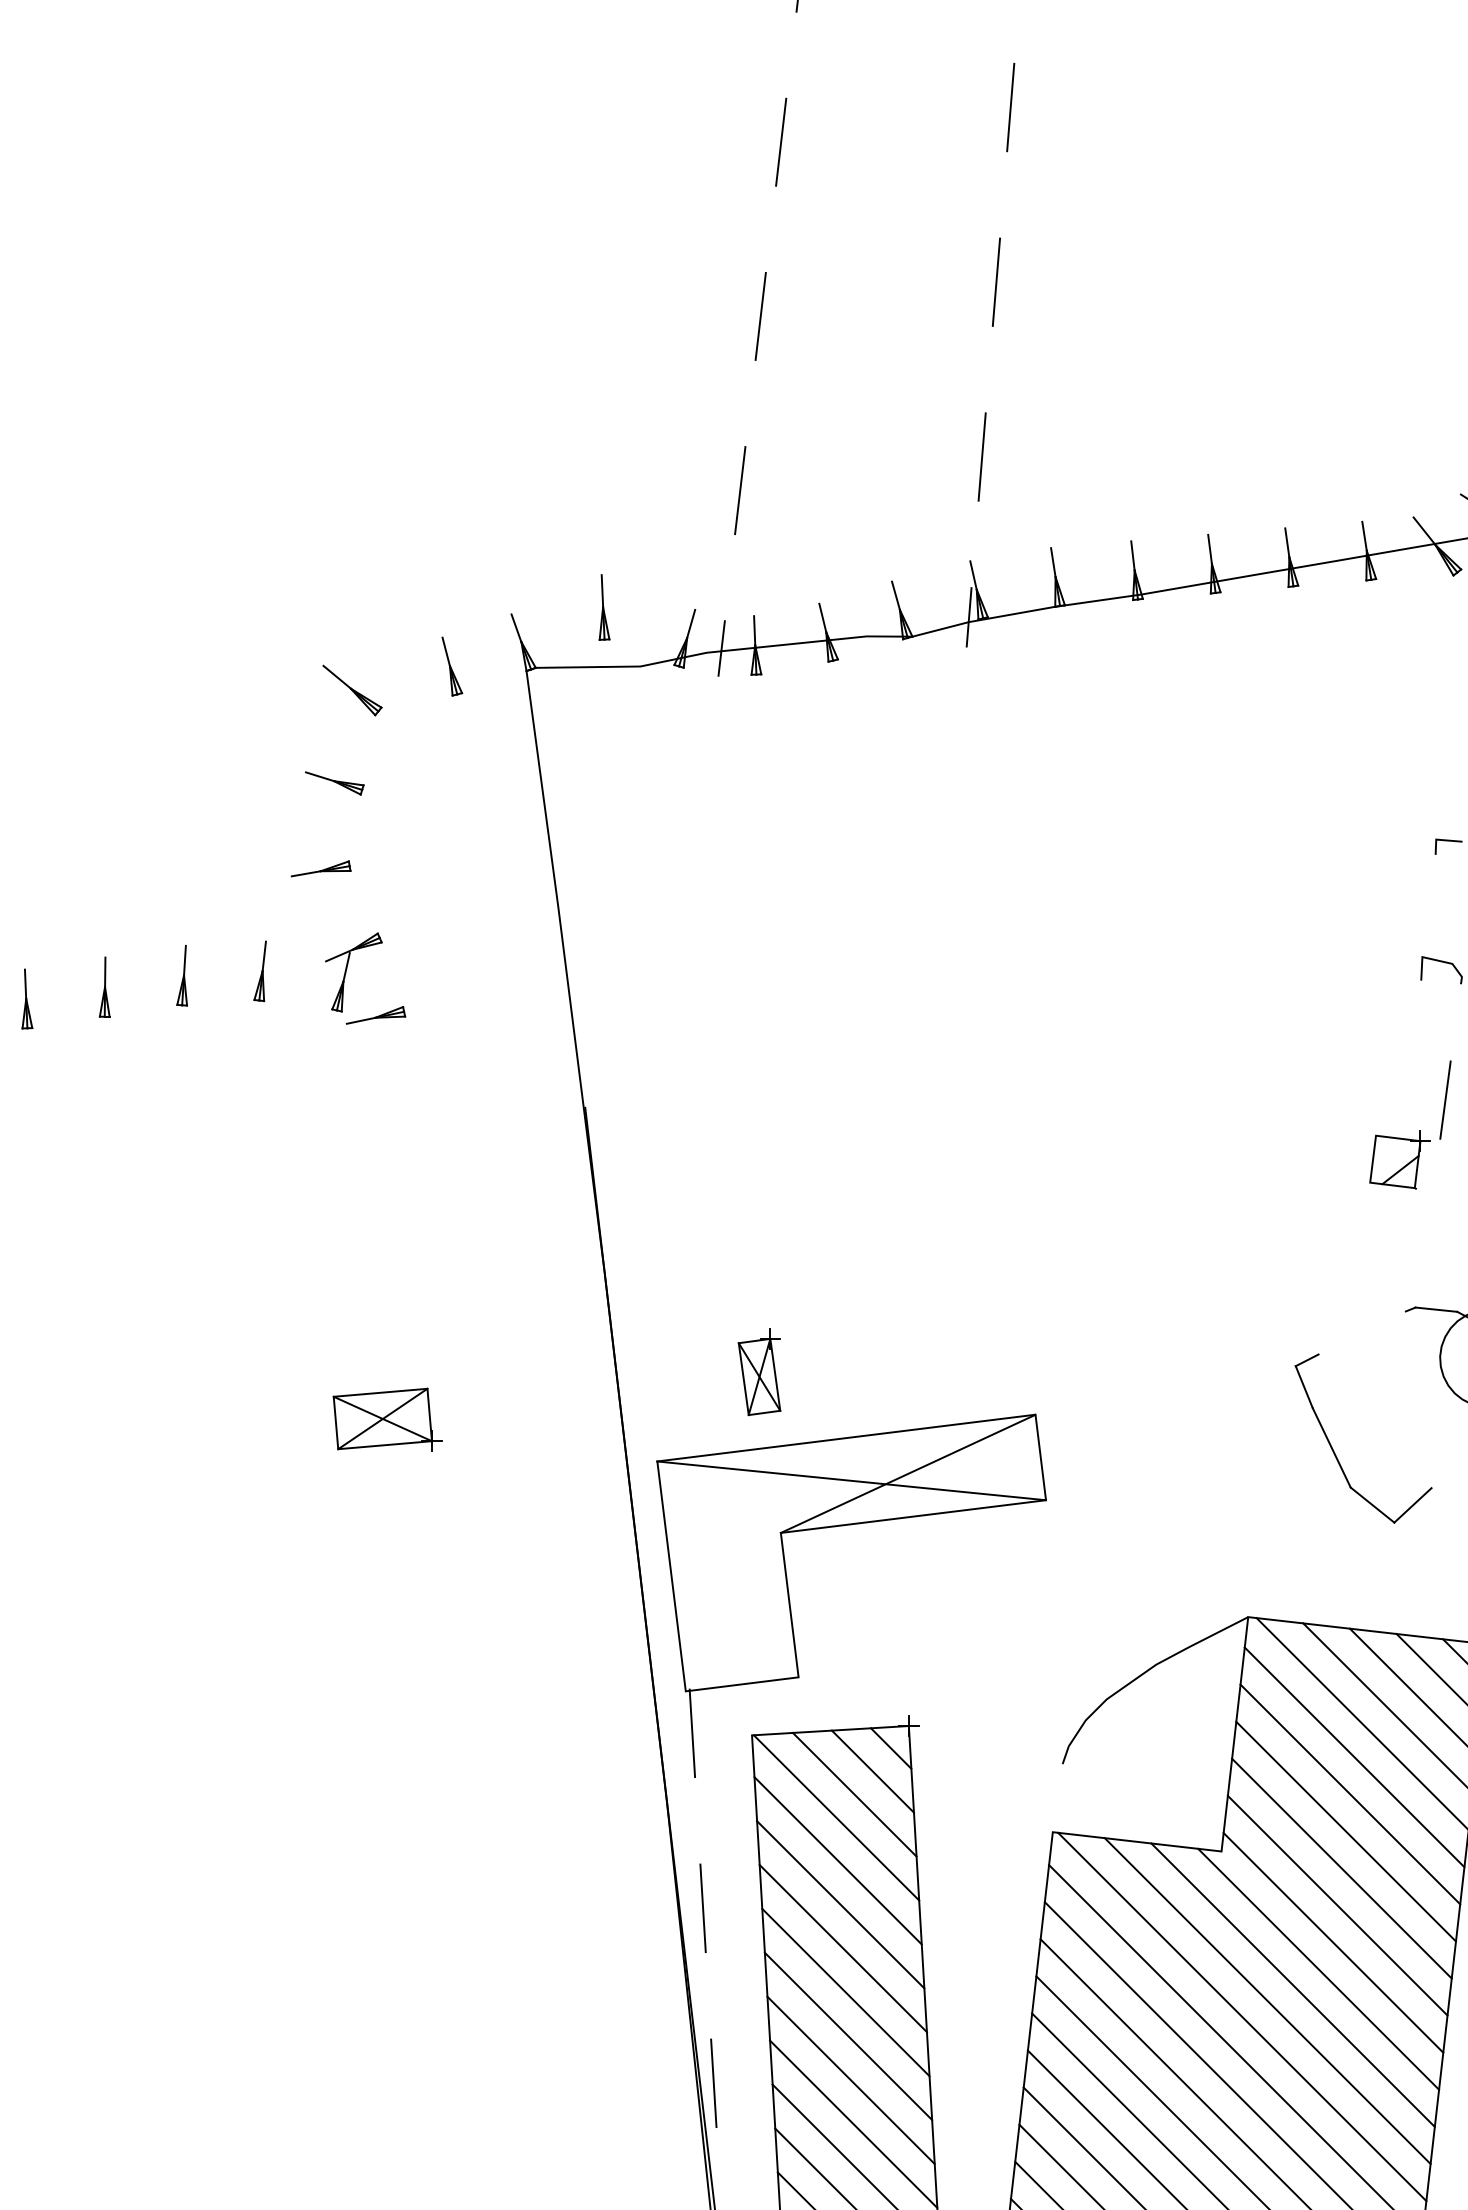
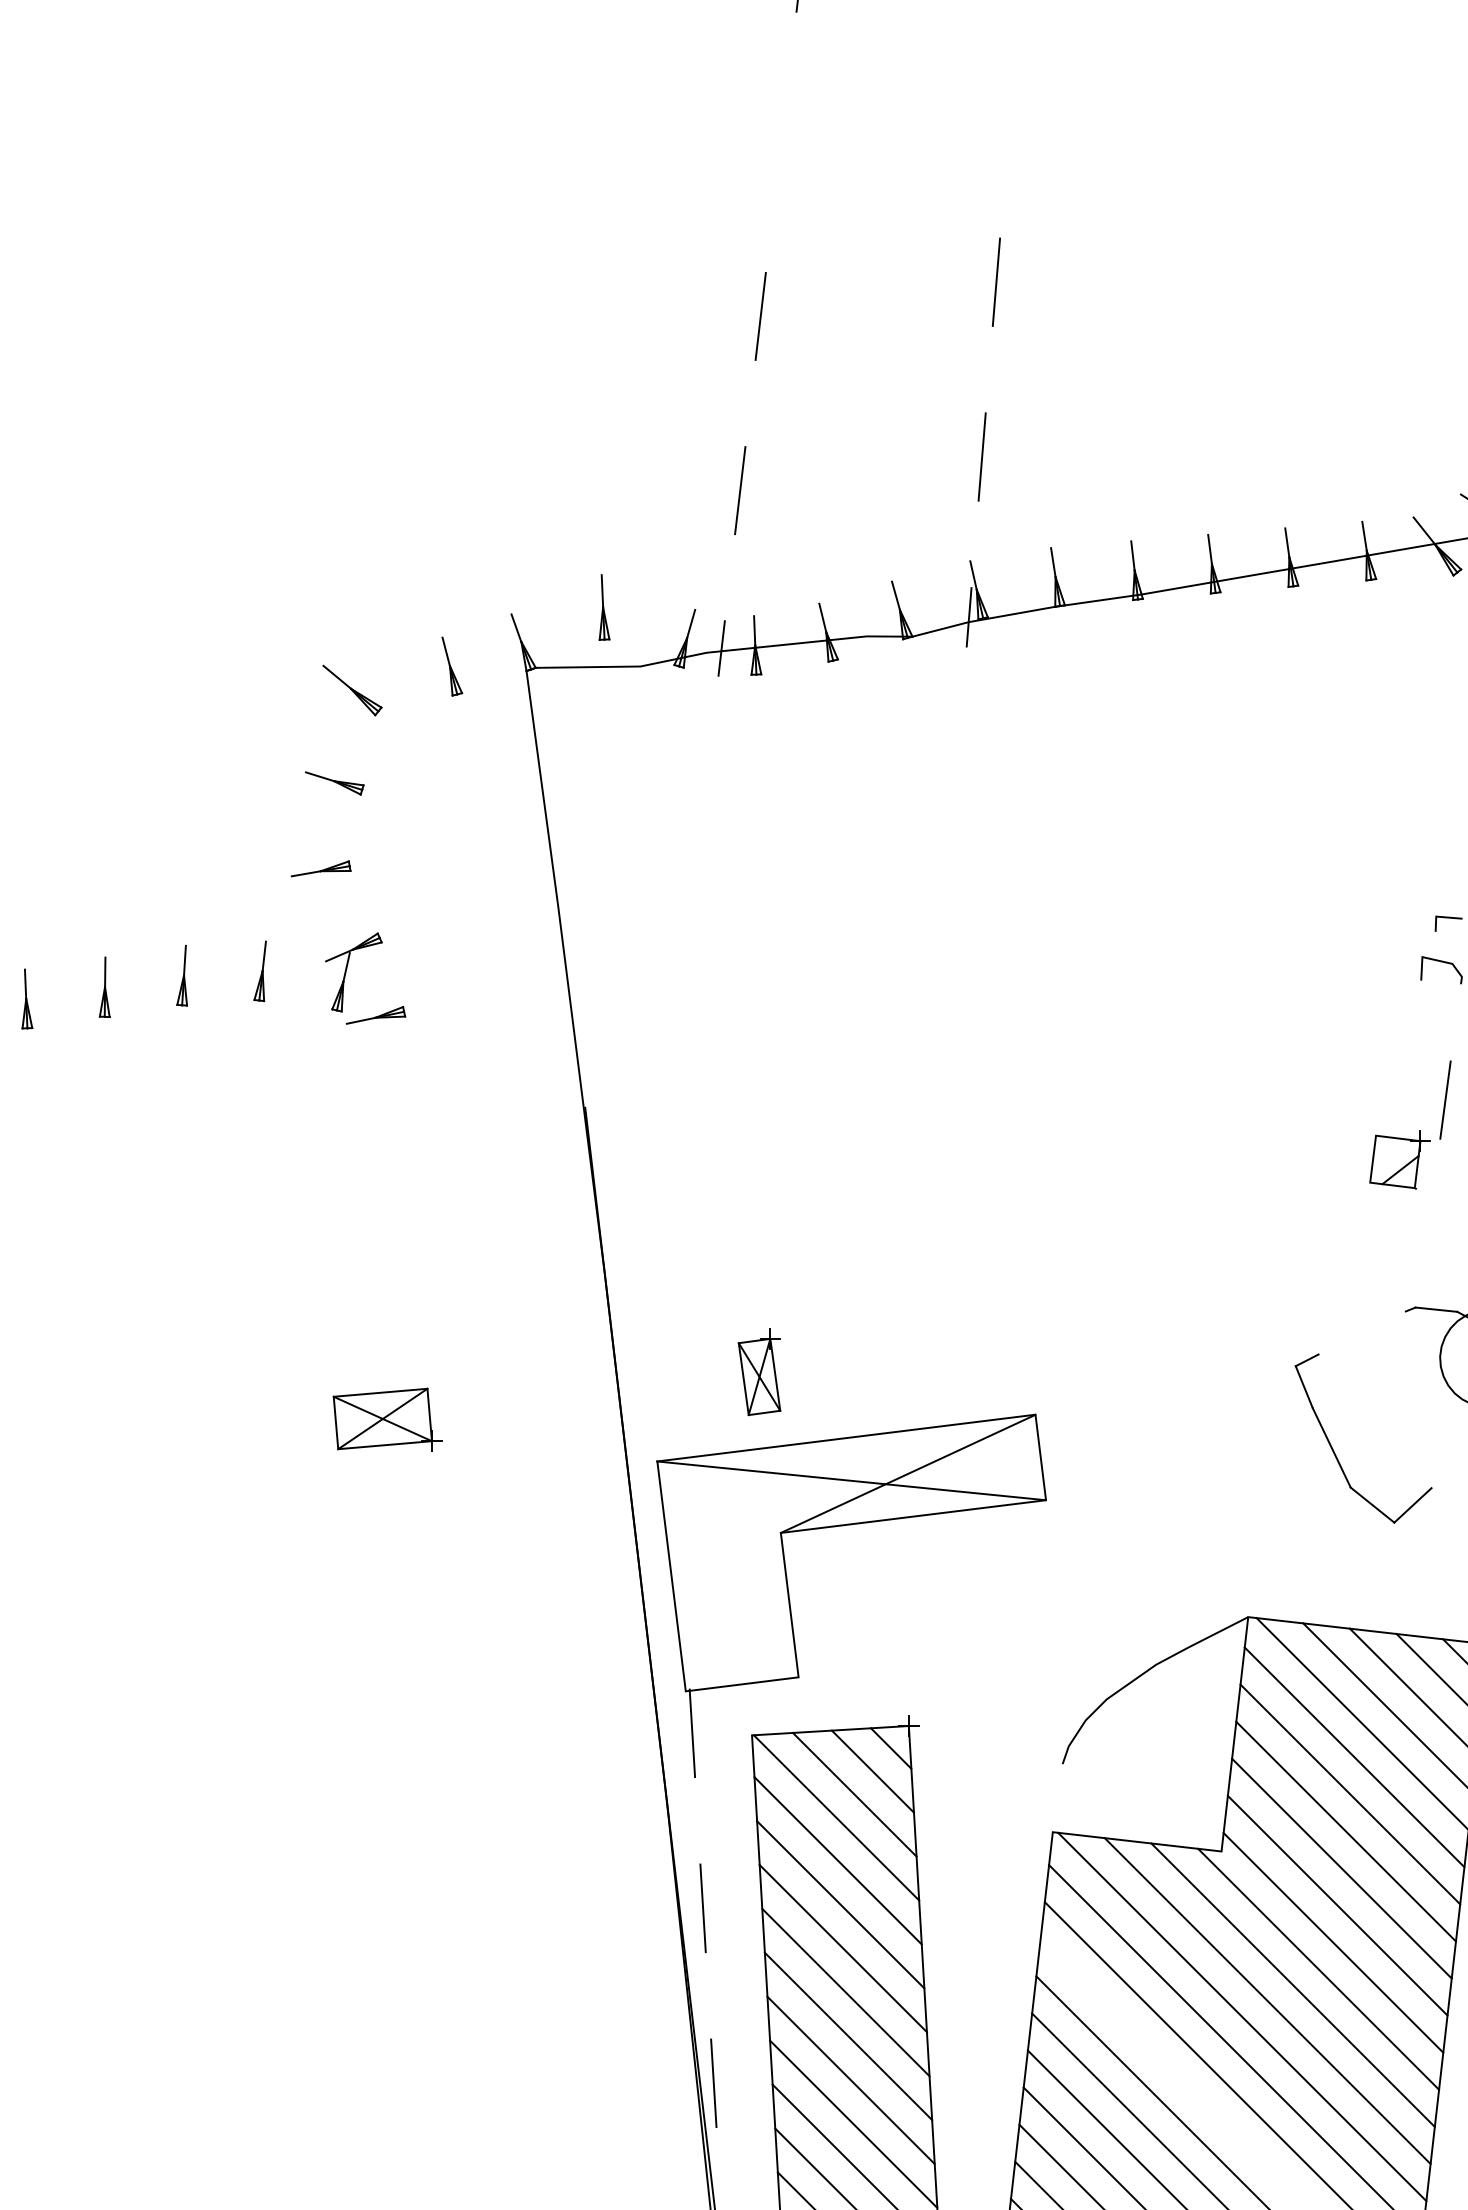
line at (1010, 107): present -> none
line at (781, 141): present -> none
line at (1448, 841) position: (1448, 841) -> (1448, 918)
line at (1174, 2072): present -> none
